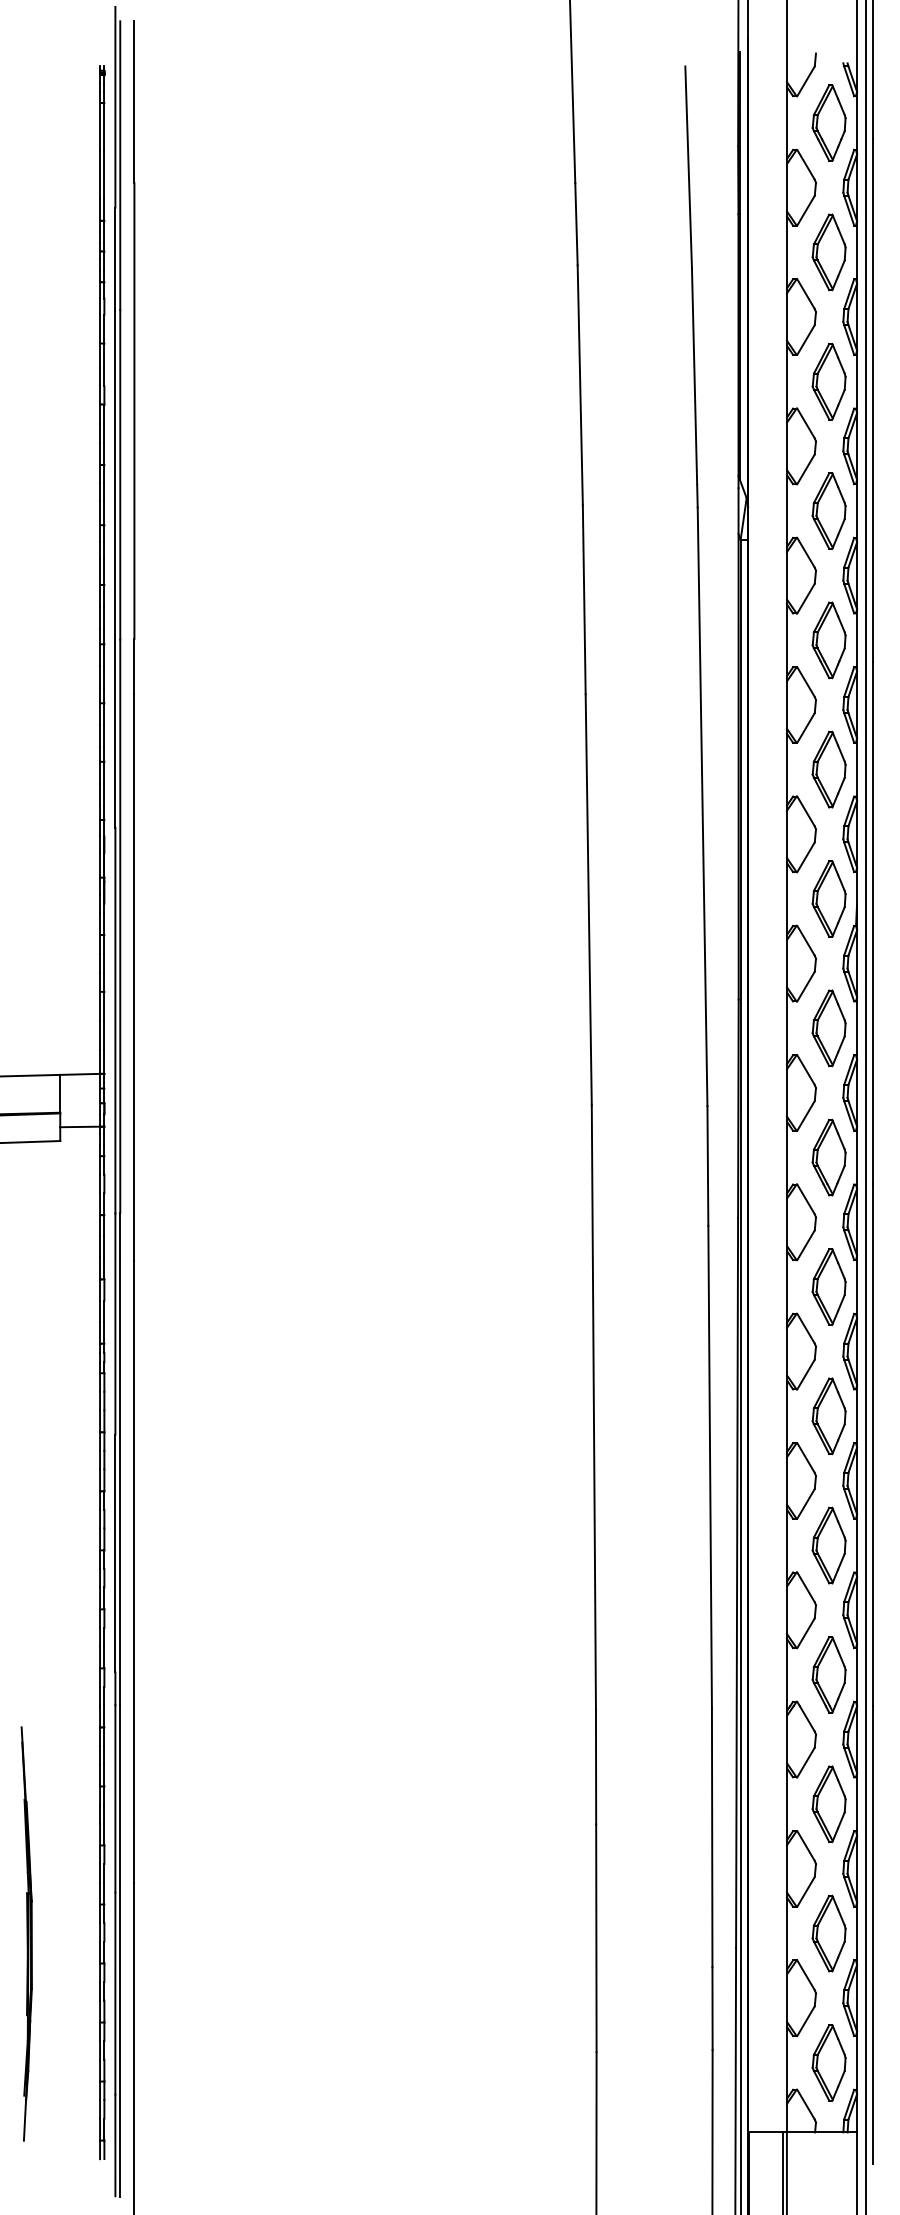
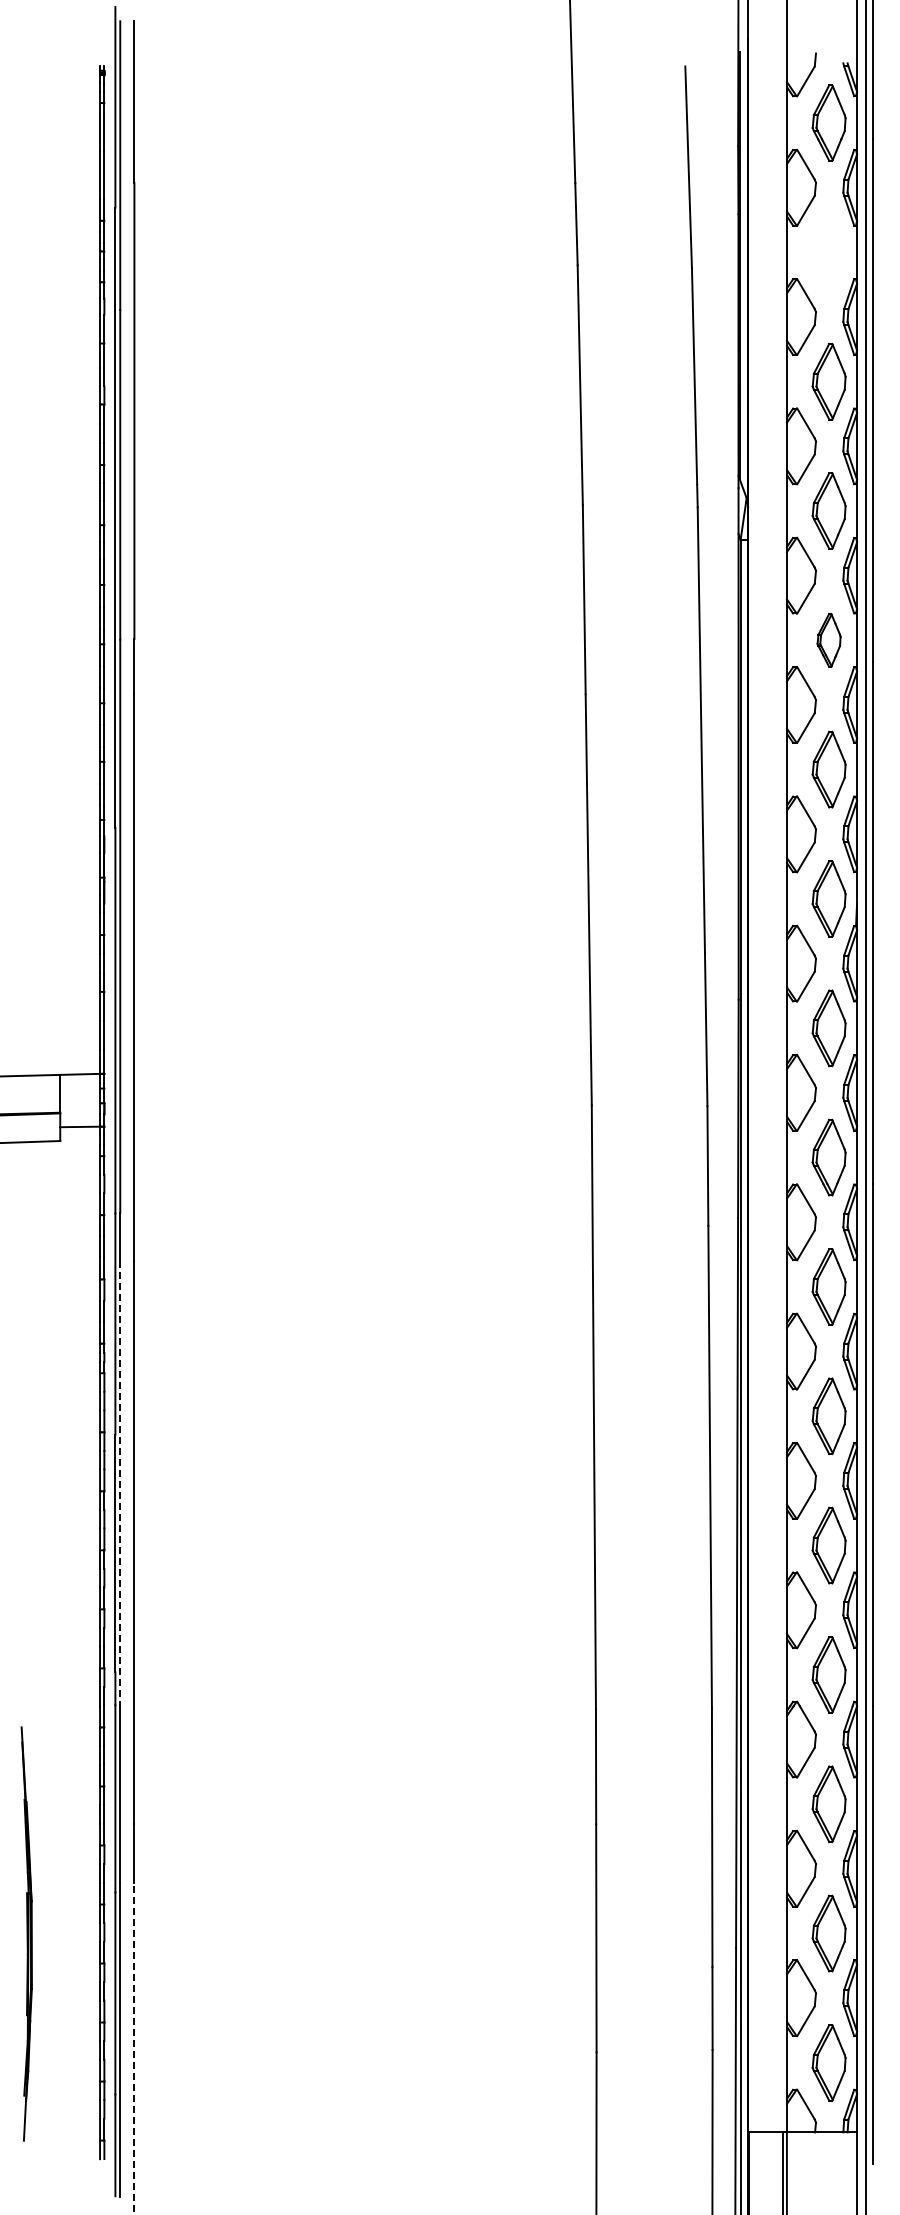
part at (828, 252): present -> none
part at (828, 640) size: 36x79 px -> 26x56 px
line at (120, 1483): solid -> dashed
line at (134, 2048): solid -> dashed
